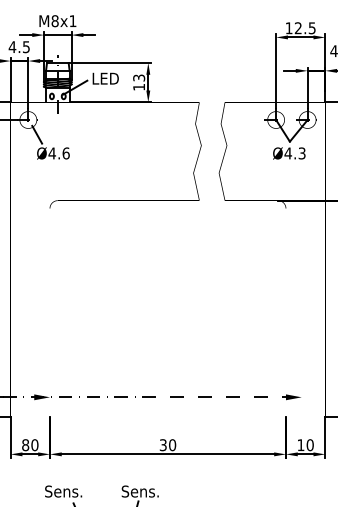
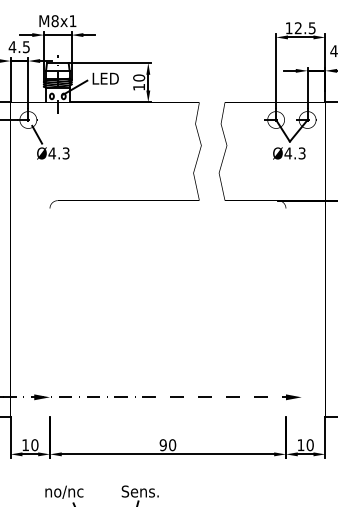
text at (139, 77): 13 -> 10
text at (65, 153): Ø4.6 -> Ø4.3
text at (162, 444): 30 -> 90
text at (25, 445): 80 -> 10
text at (64, 491): Sens. -> no/nc
